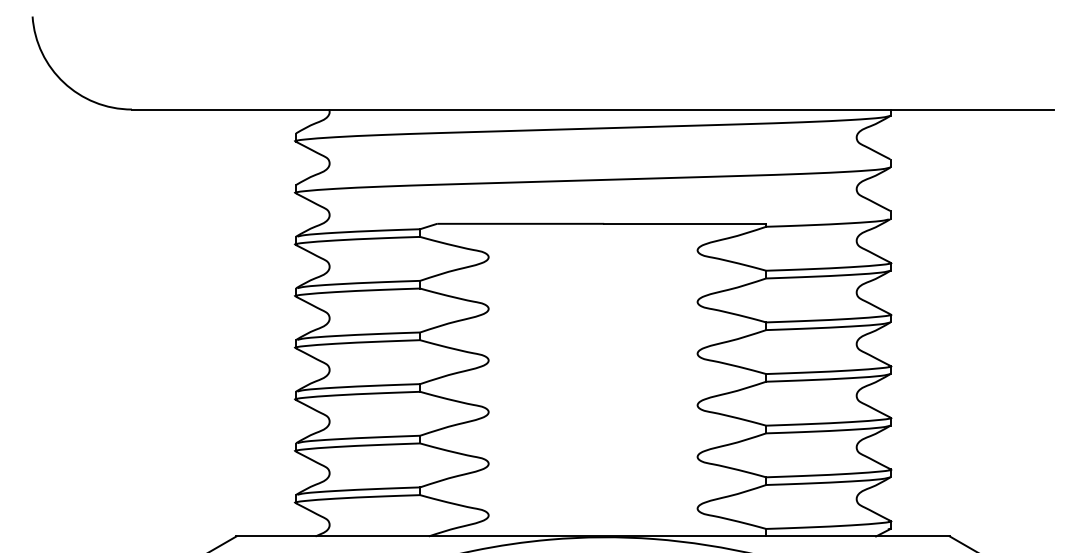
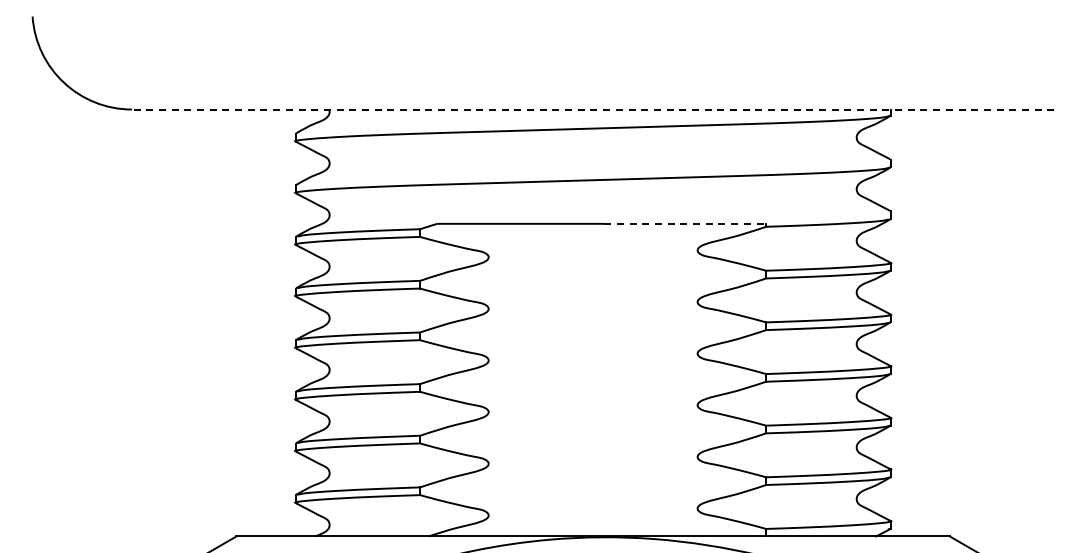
line at (592, 109): solid -> dashed
line at (685, 223): solid -> dashed
